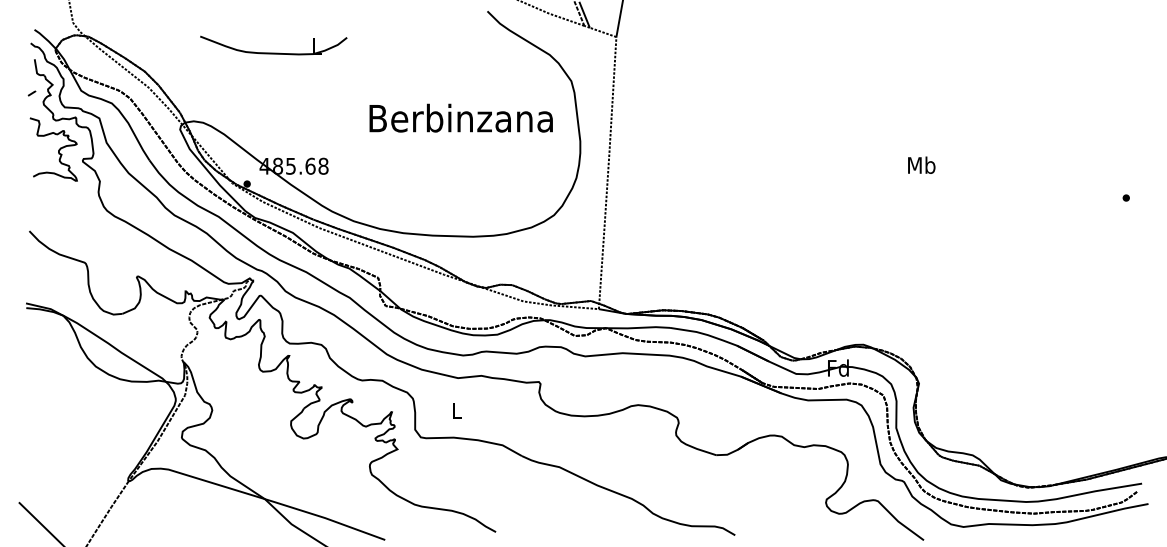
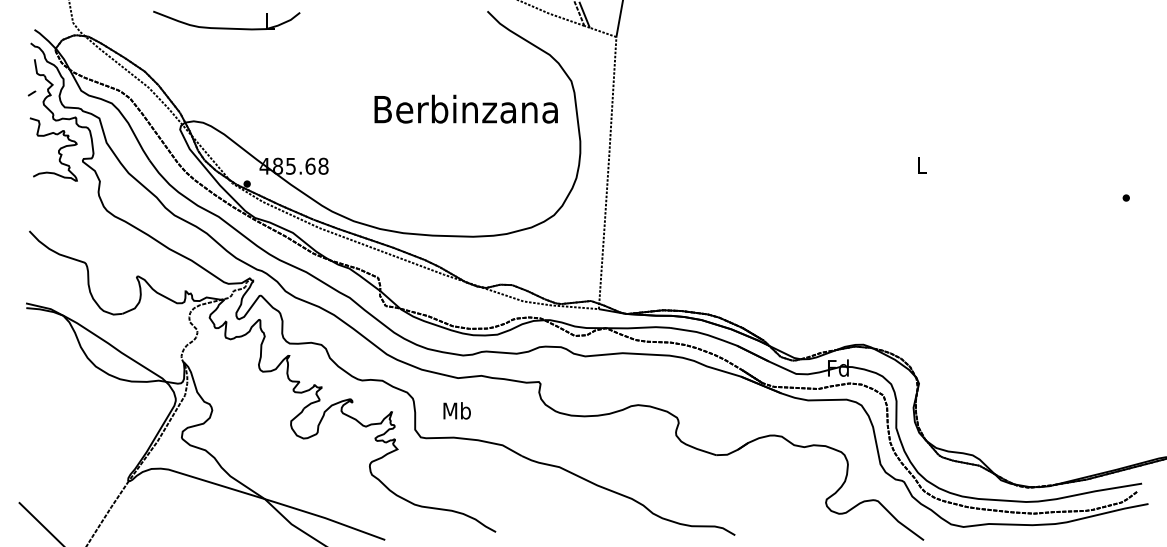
part at (273, 52) position: (273, 52) -> (226, 27)
text at (460, 117) position: (460, 117) -> (465, 108)
text at (921, 164): Mb -> L
text at (456, 410): L -> Mb
